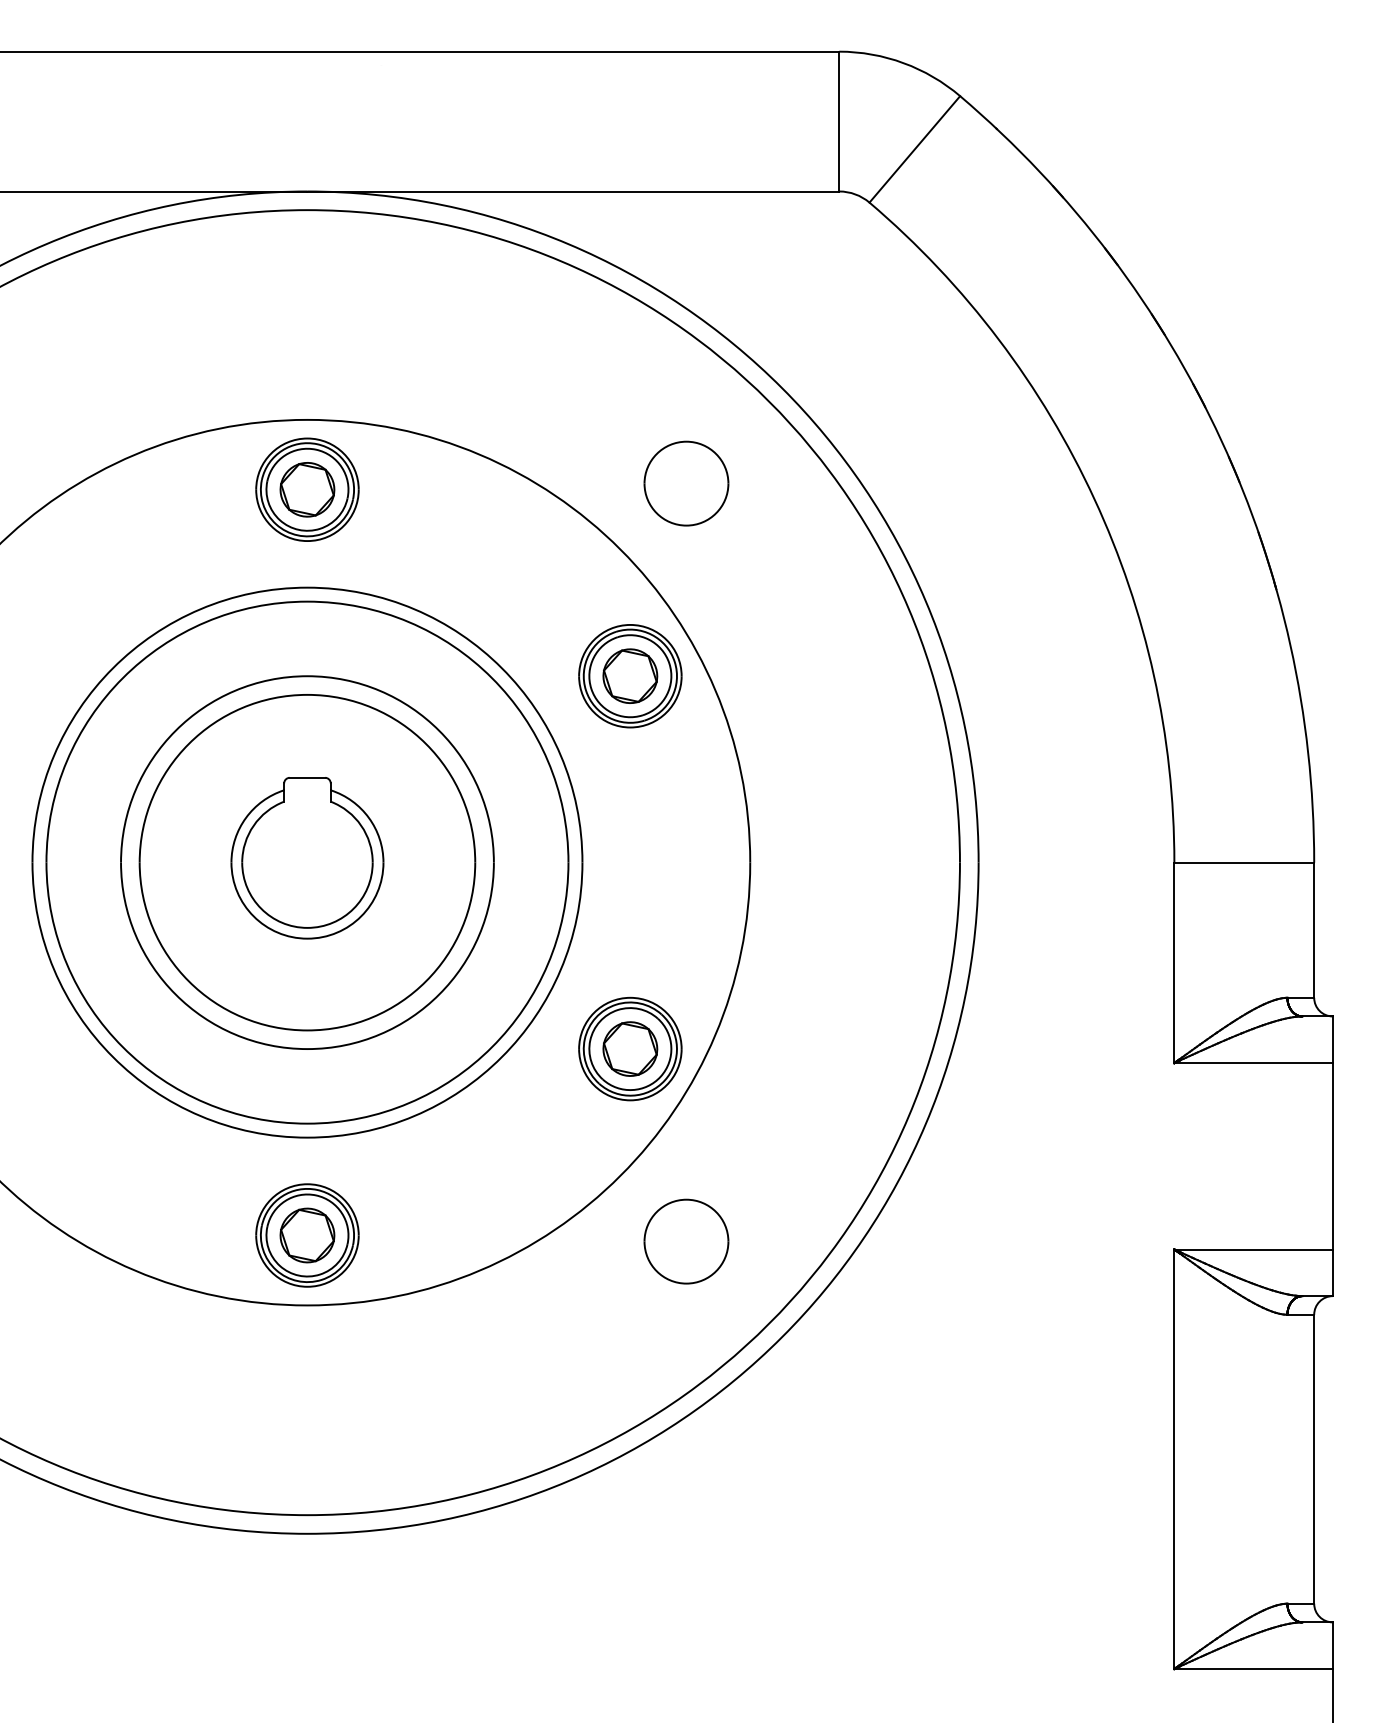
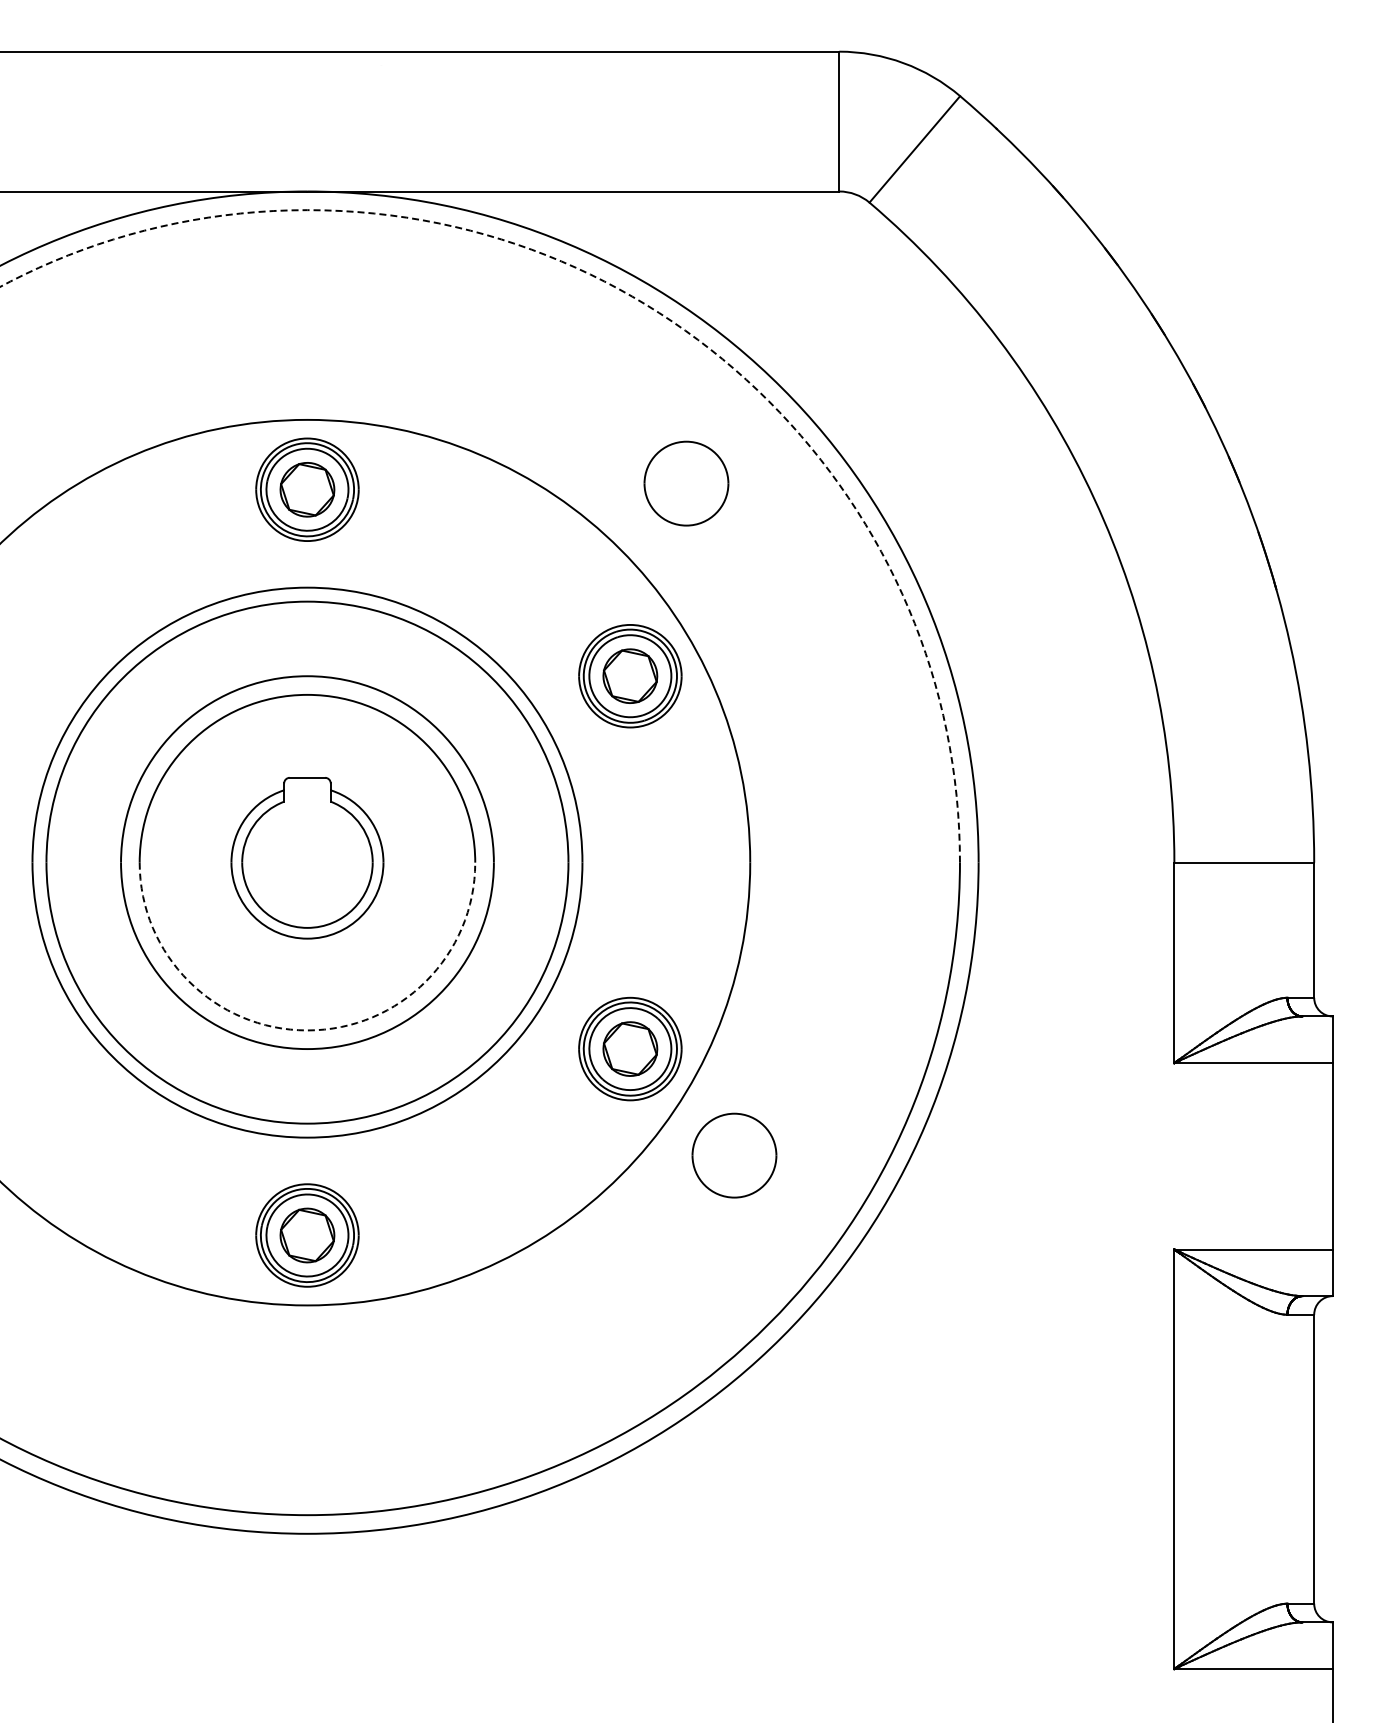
arc at (642, 302): solid -> dashed
arc at (307, 1030): solid -> dashed
part at (686, 1241) position: (686, 1241) -> (734, 1155)
